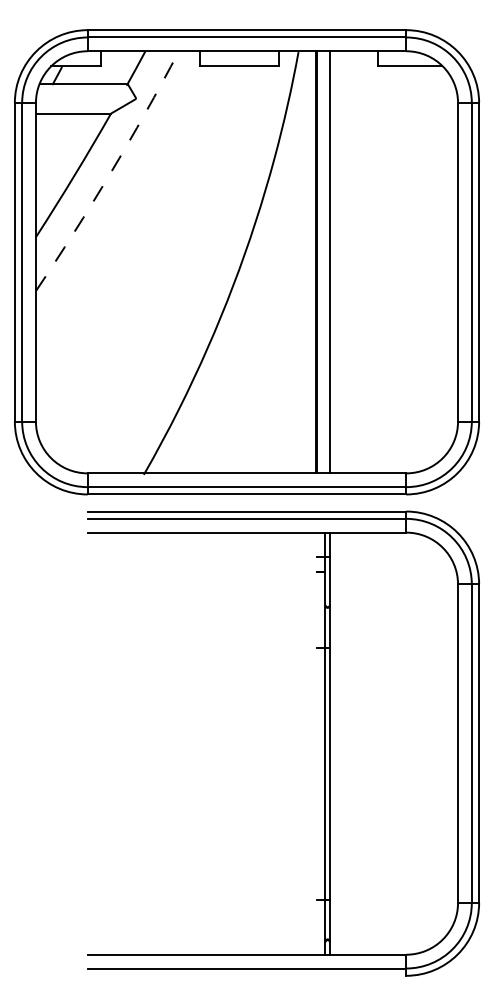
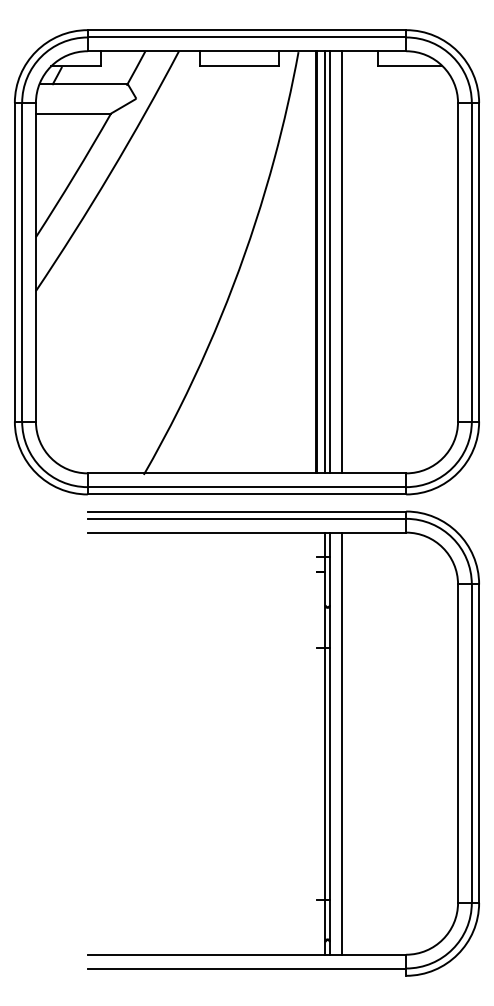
arc at (110, 173): dashed -> solid
line at (325, 262): none -> present
line at (341, 262): none -> present
line at (341, 743): none -> present
